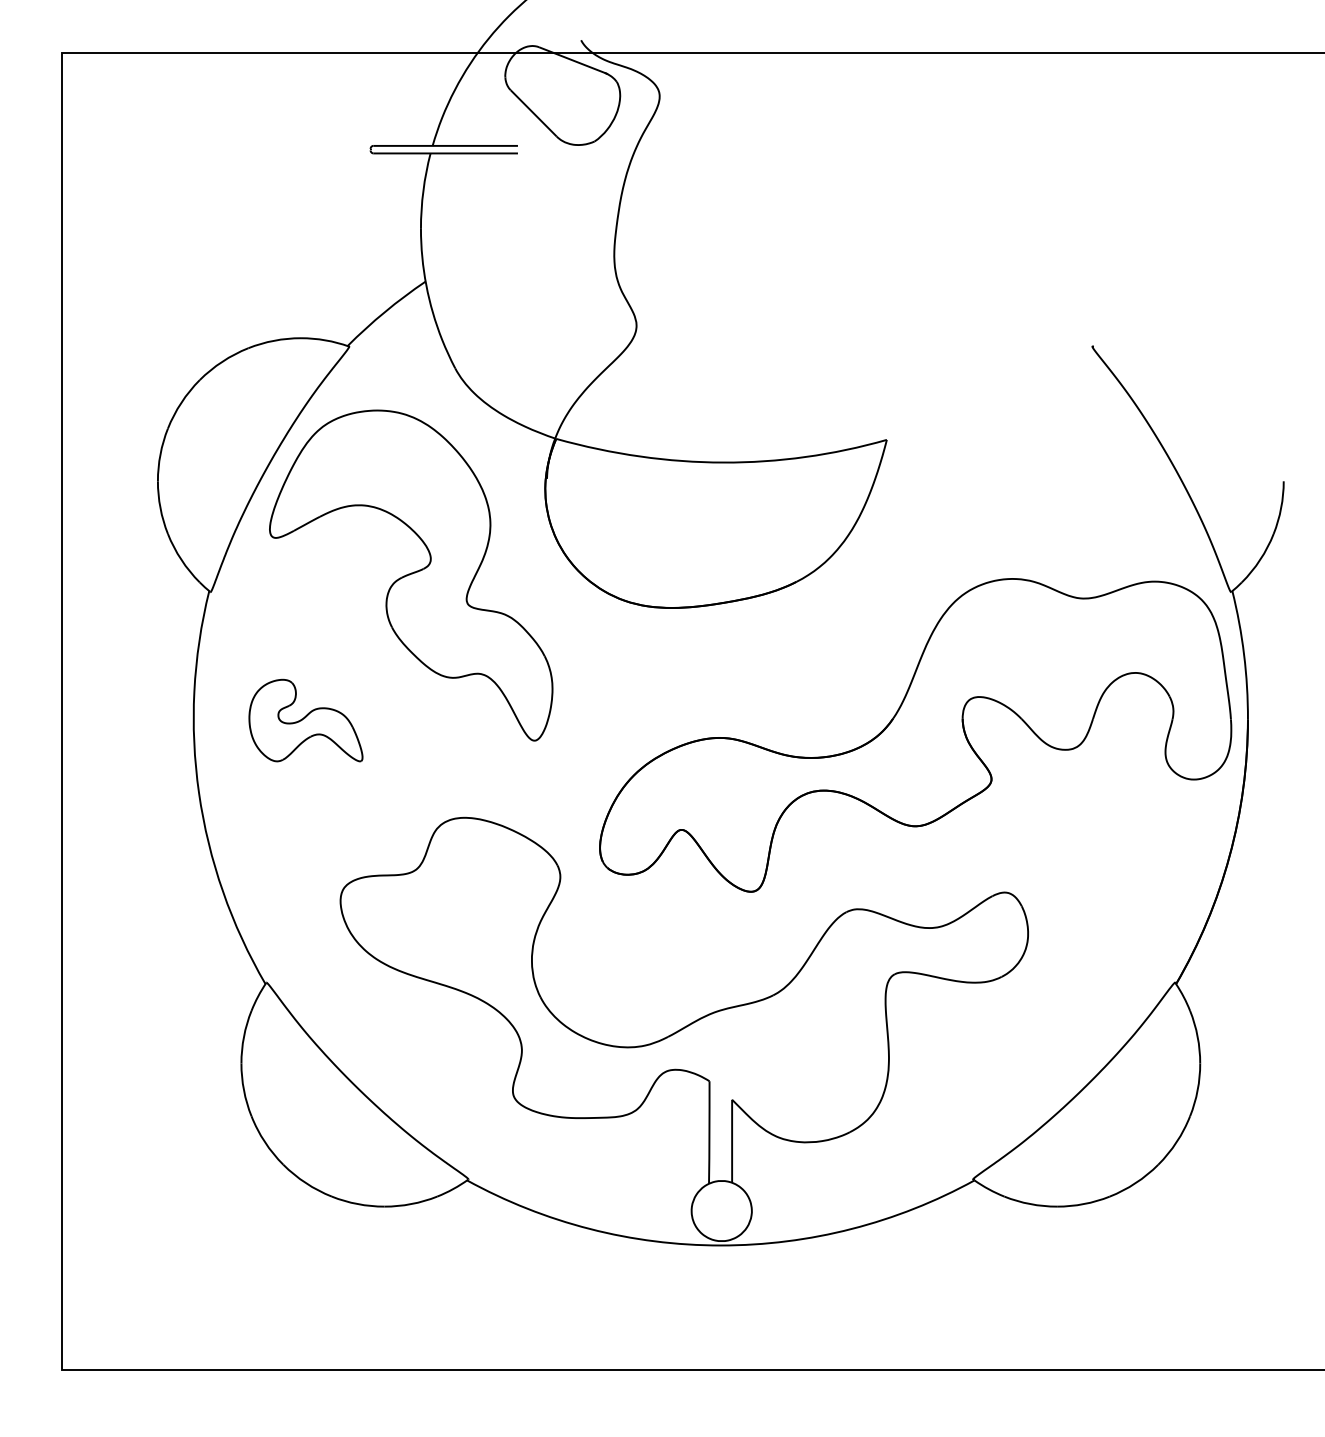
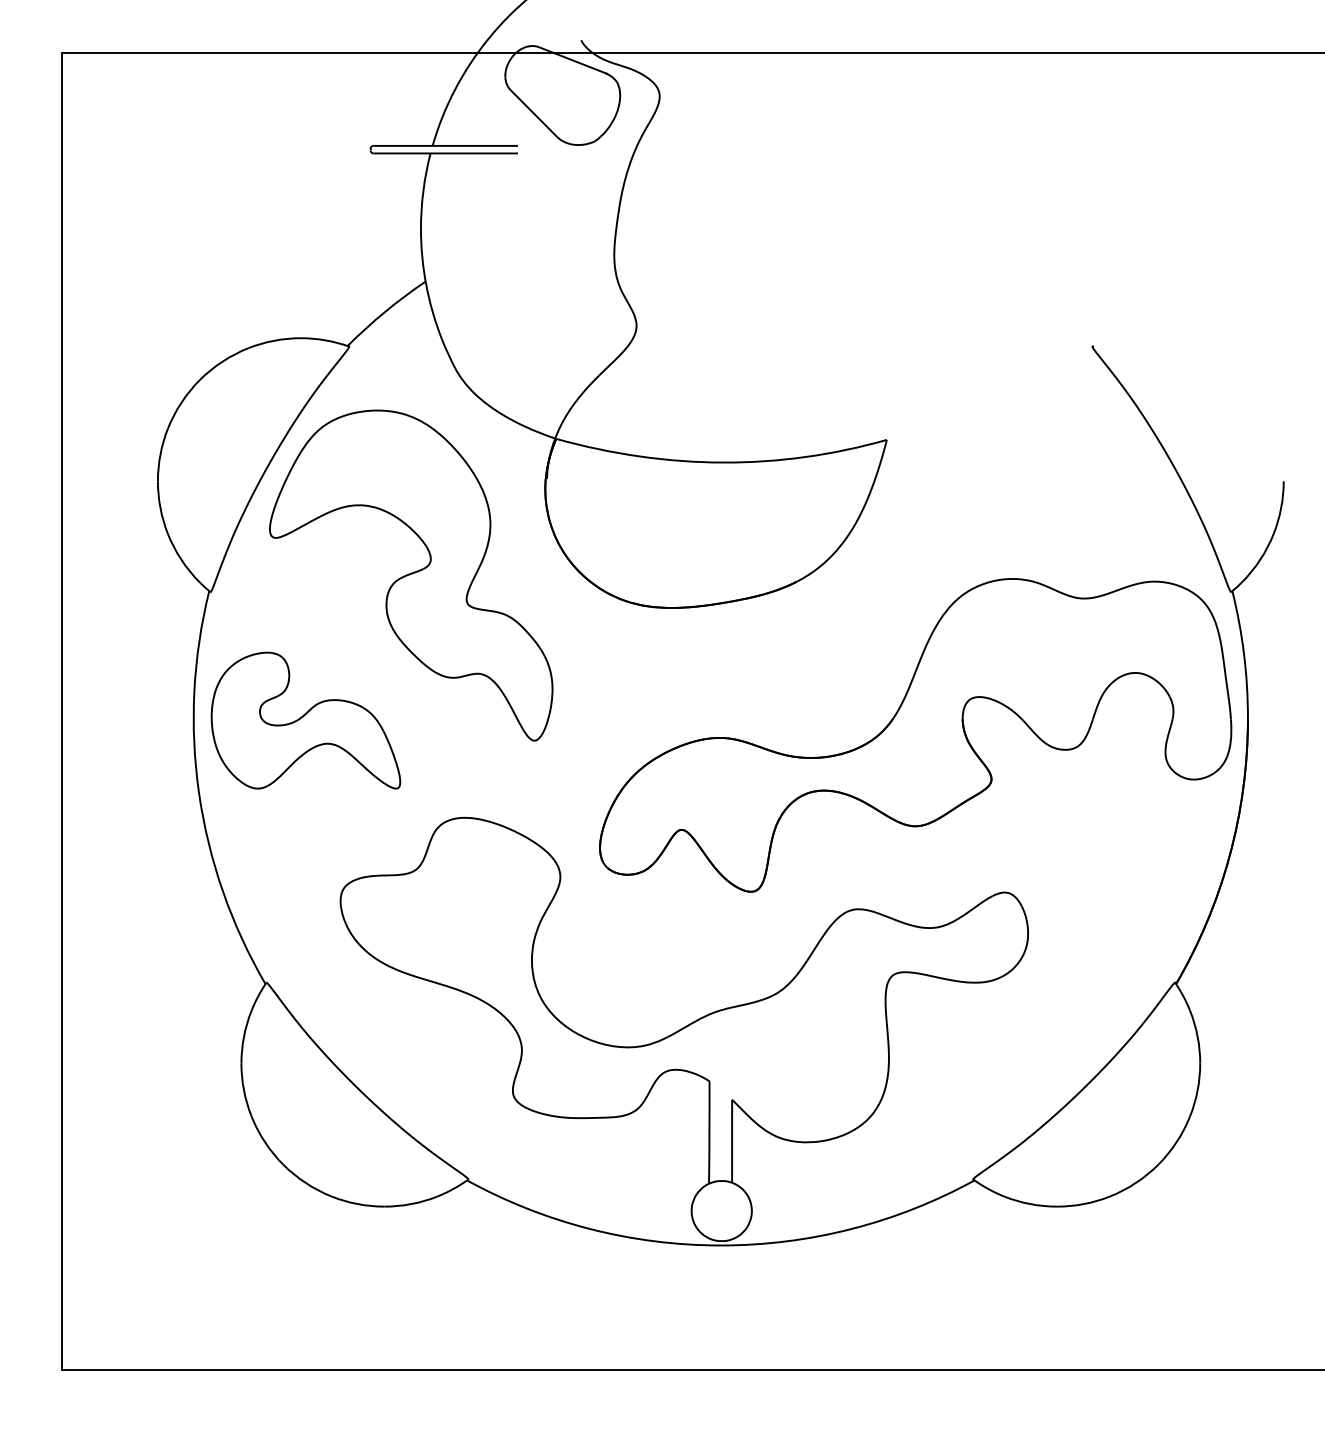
part at (305, 720) size: 116x85 px -> 192x139 px
